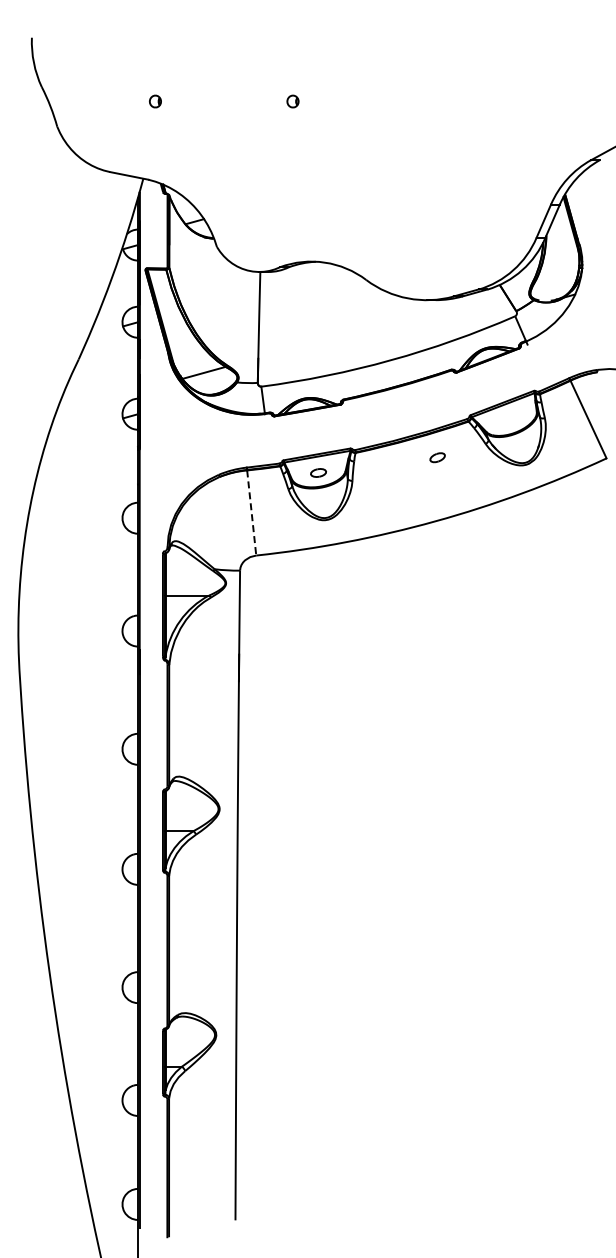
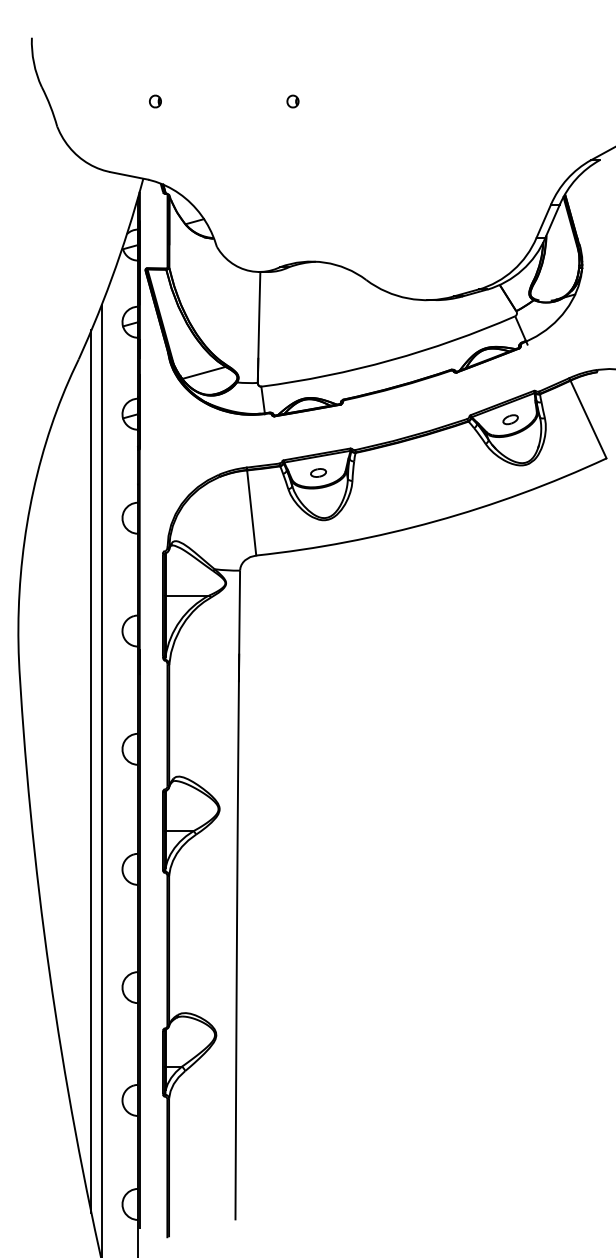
part at (437, 457) position: (437, 457) -> (510, 419)
line at (251, 513): dashed -> solid
line at (91, 771): none -> present
line at (101, 779): none -> present
